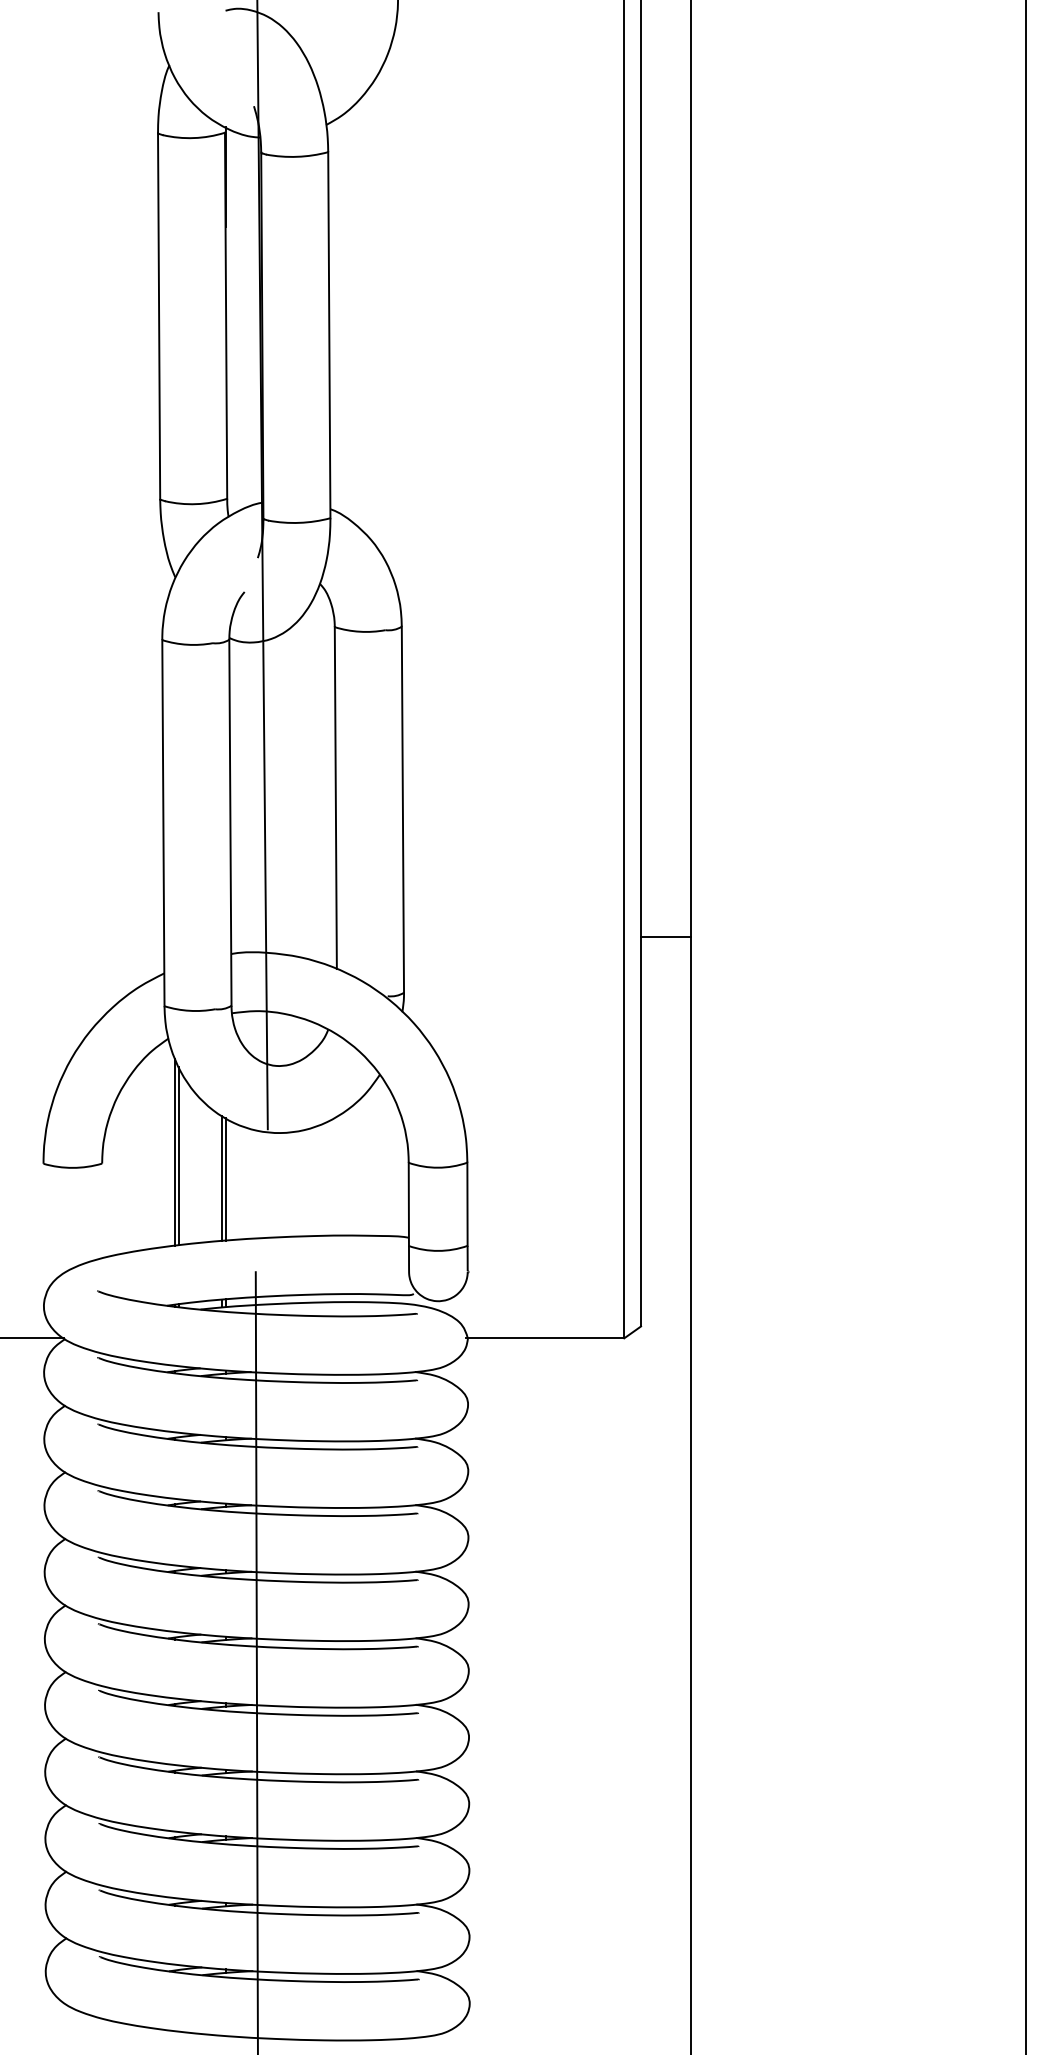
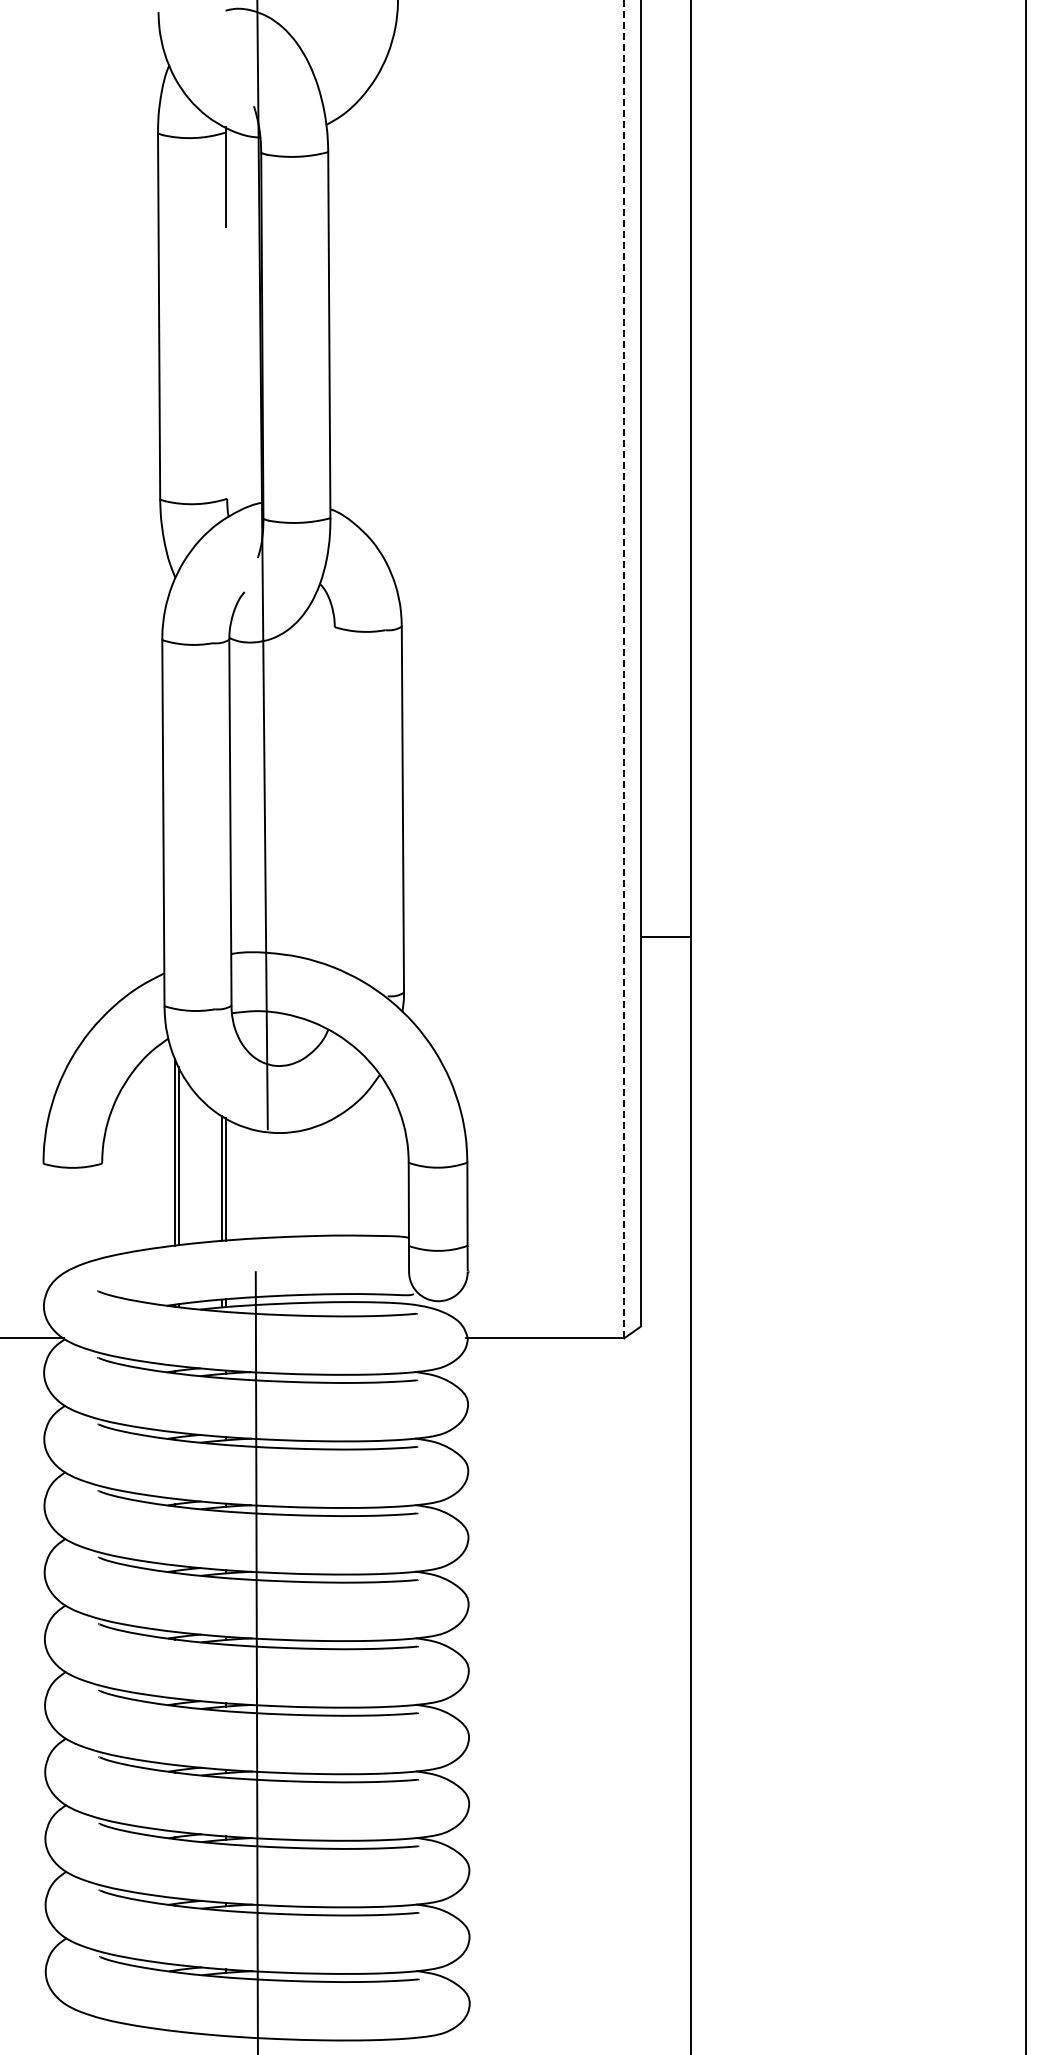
line at (226, 315): present -> none
line at (624, 669): solid -> dashed
line at (335, 798): present -> none
